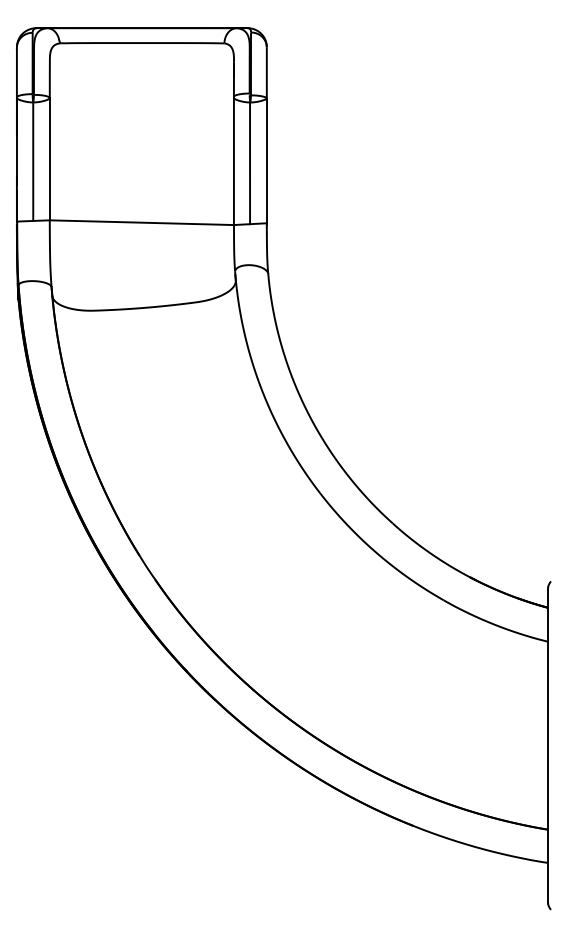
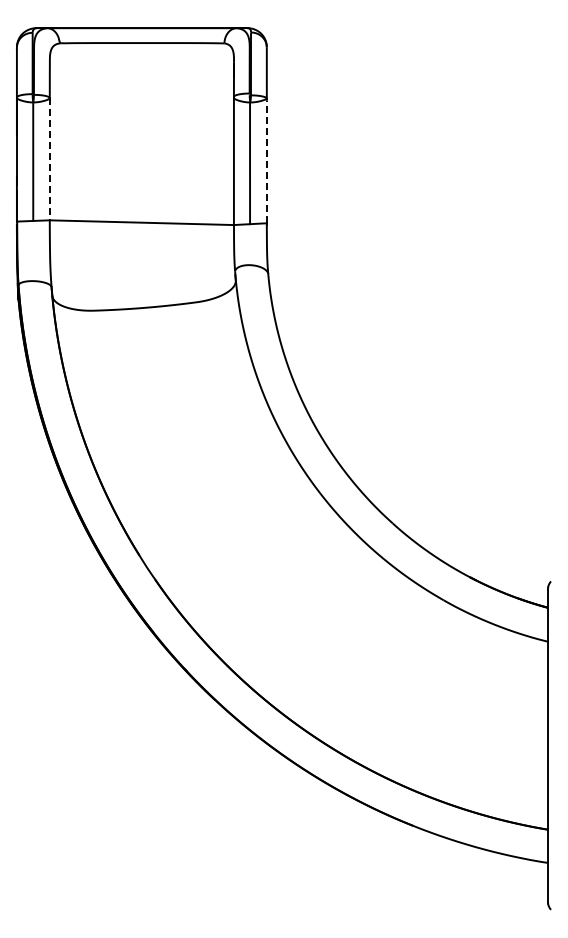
line at (49, 159): solid -> dashed
line at (266, 161): solid -> dashed
